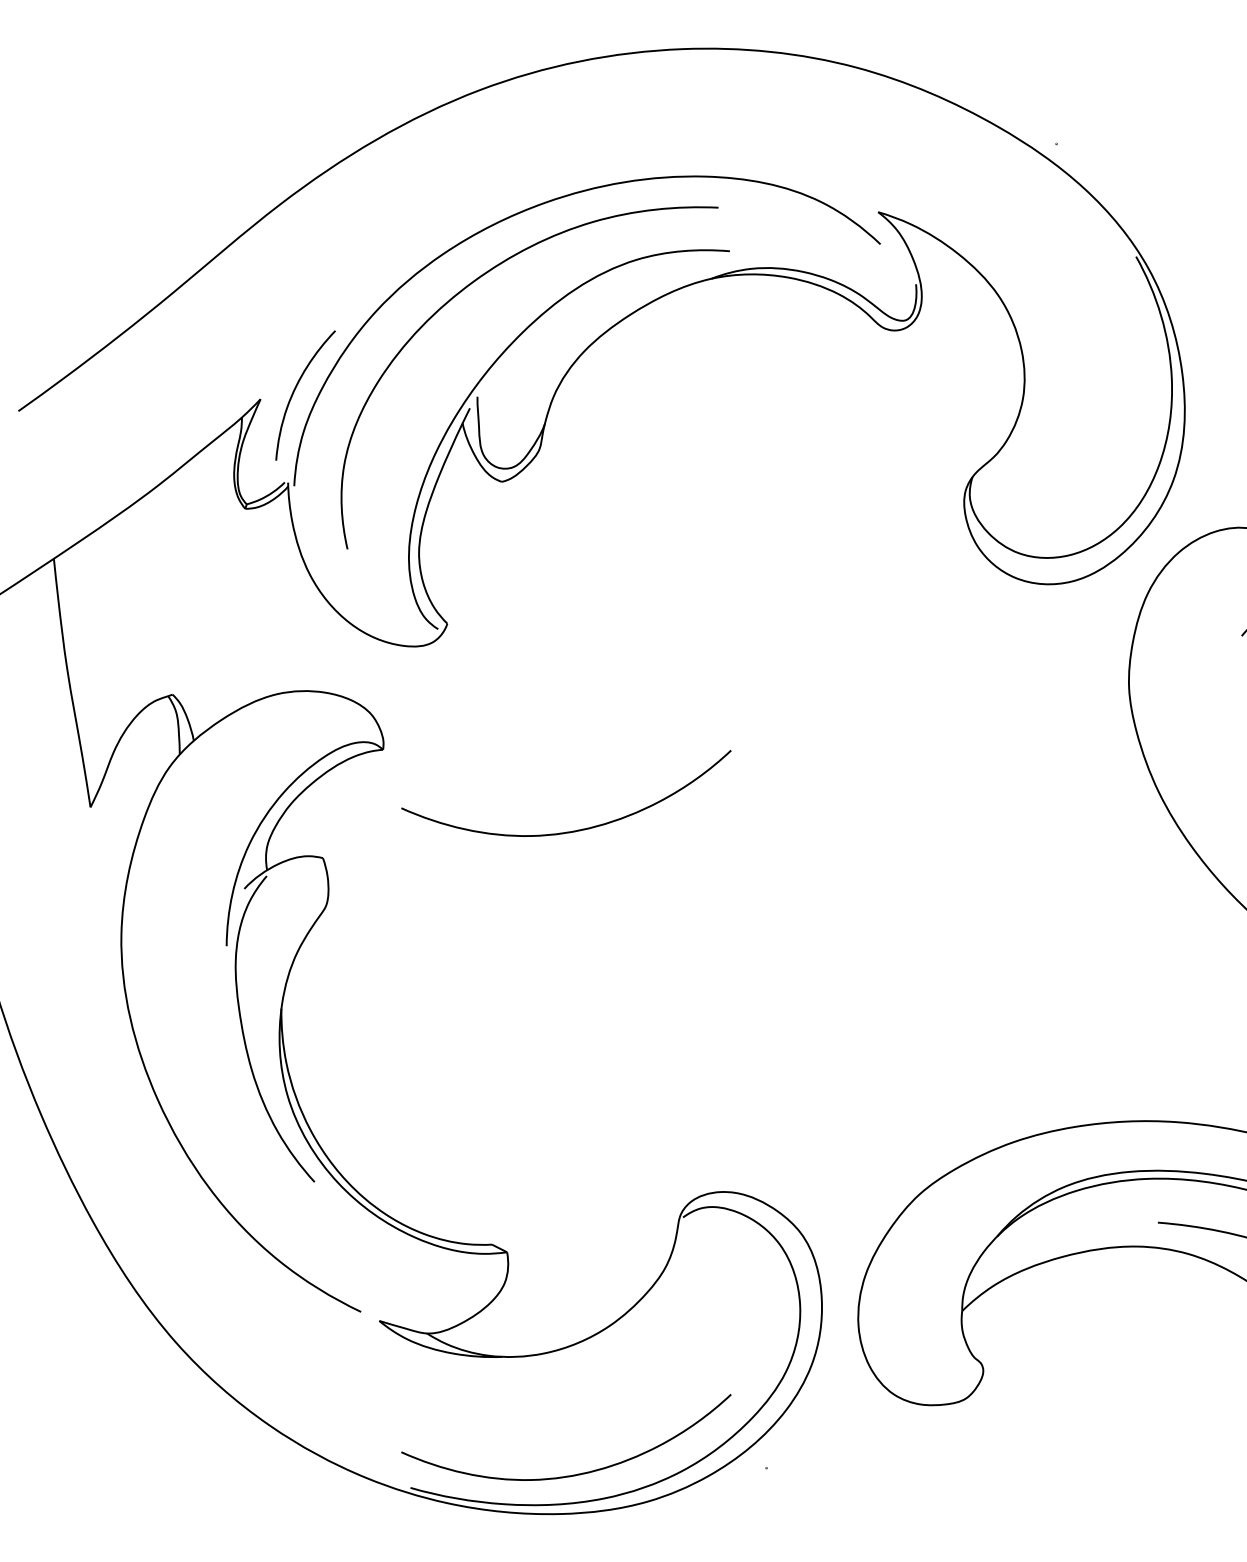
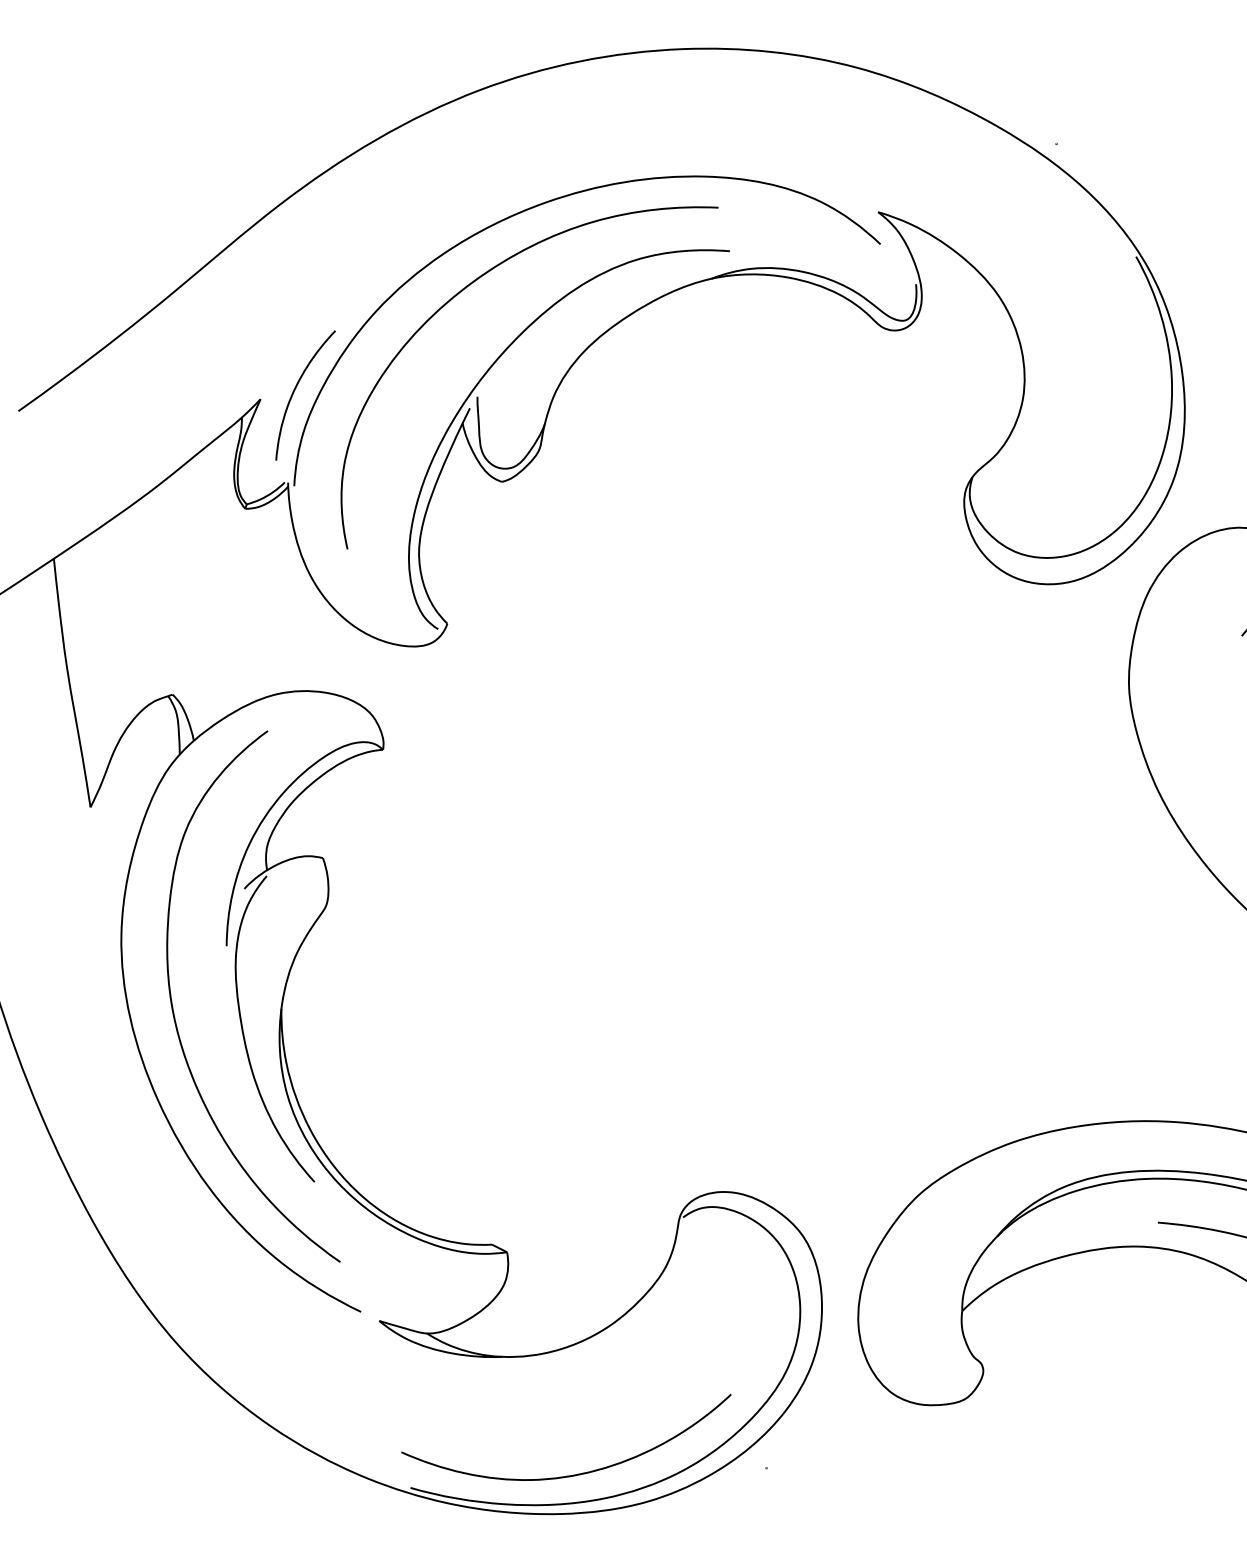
curve at (577, 829): present -> none
curve at (174, 1012): none -> present
